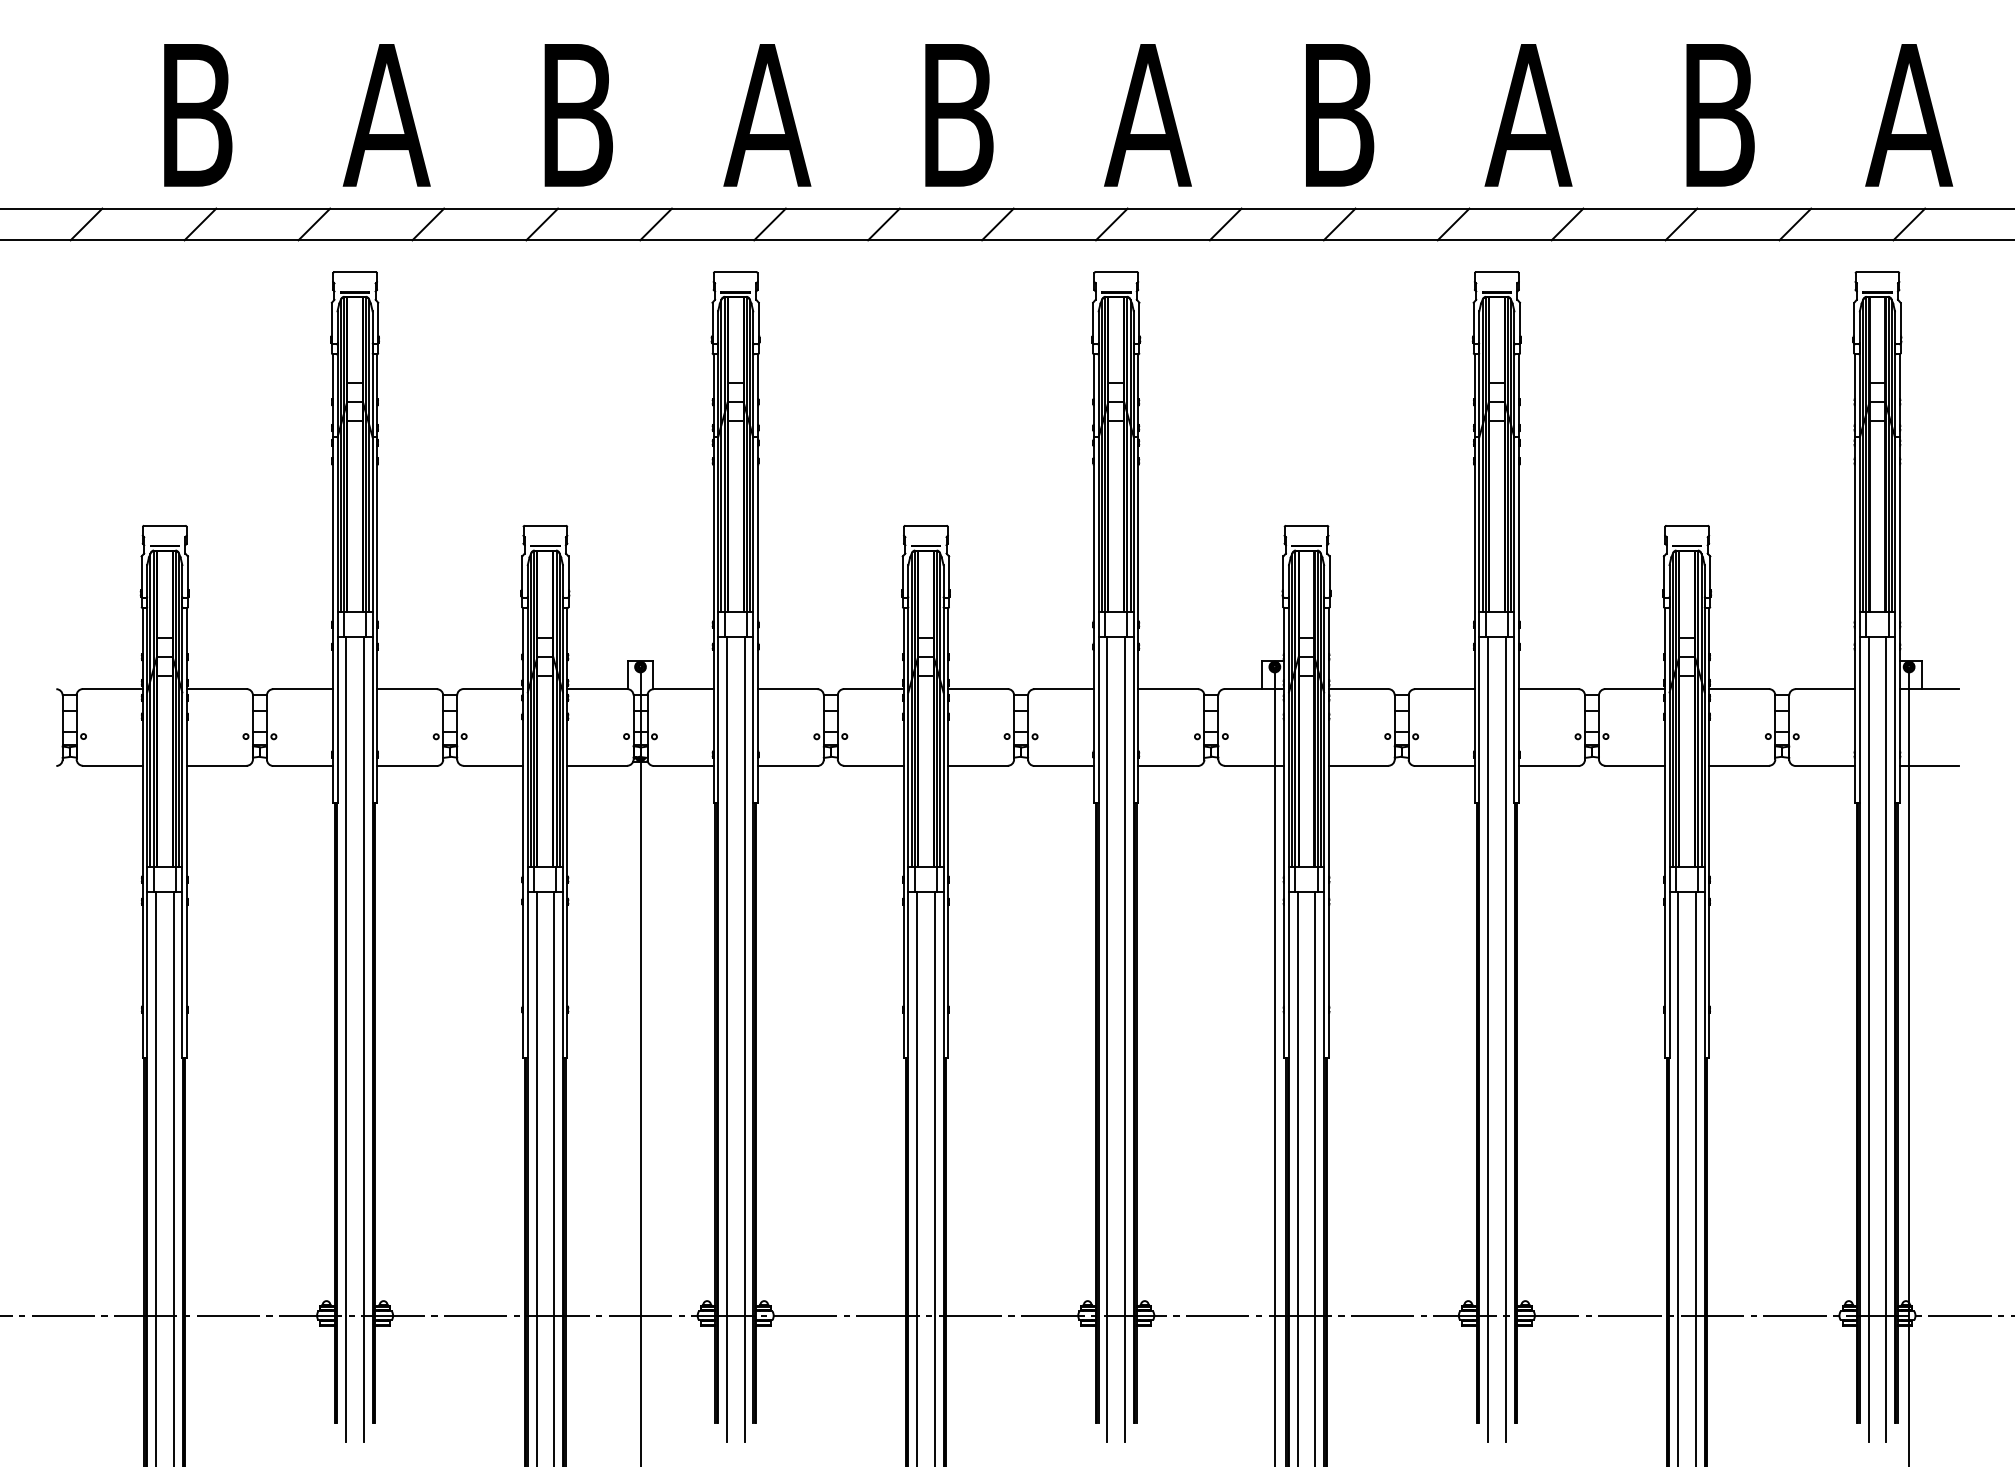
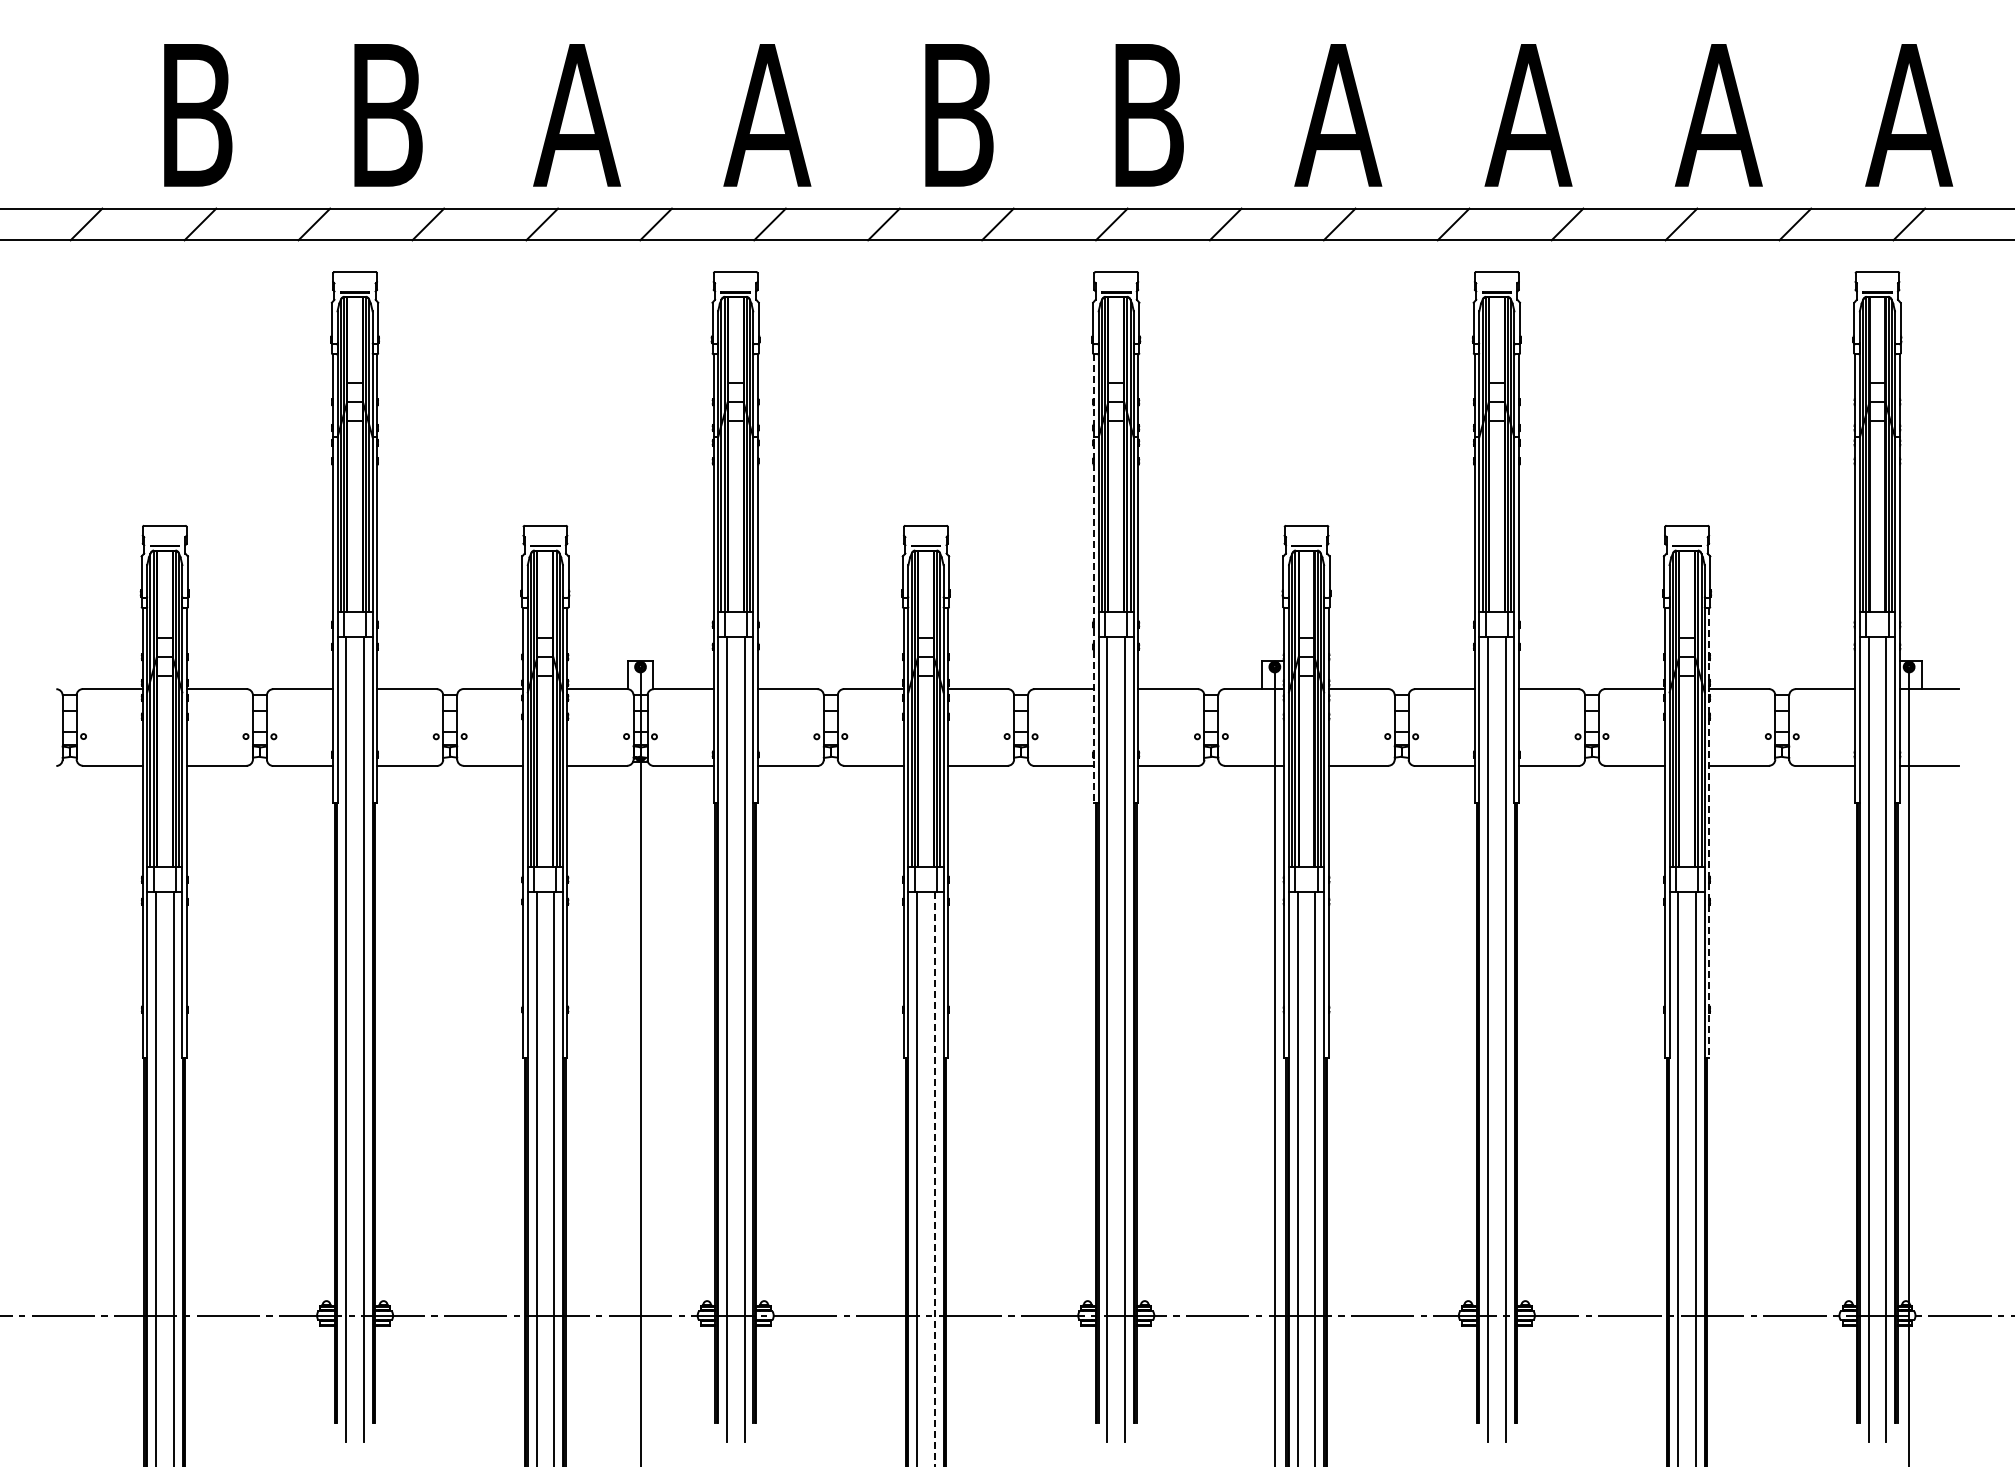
text at (386, 115): A -> B
text at (577, 115): B -> A
text at (1147, 115): A -> B
text at (1338, 115): B -> A
text at (1718, 115): B -> A
line at (1094, 579): solid -> dashed
line at (1709, 832): solid -> dashed
line at (934, 1180): solid -> dashed
